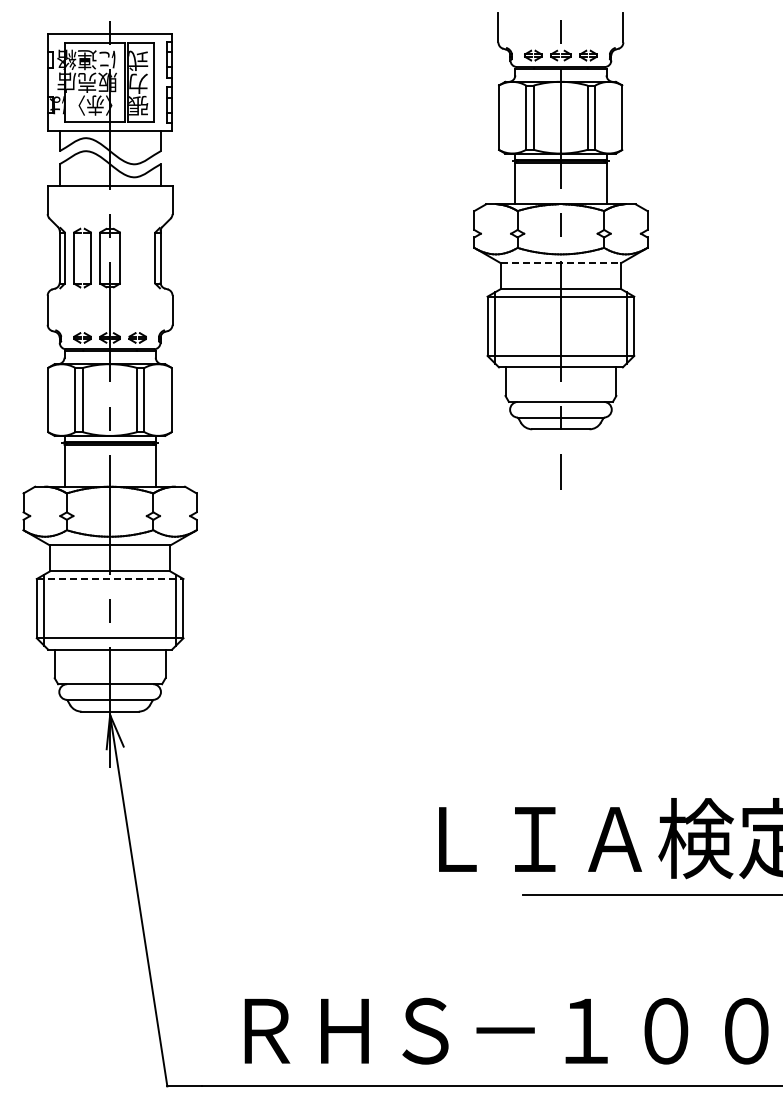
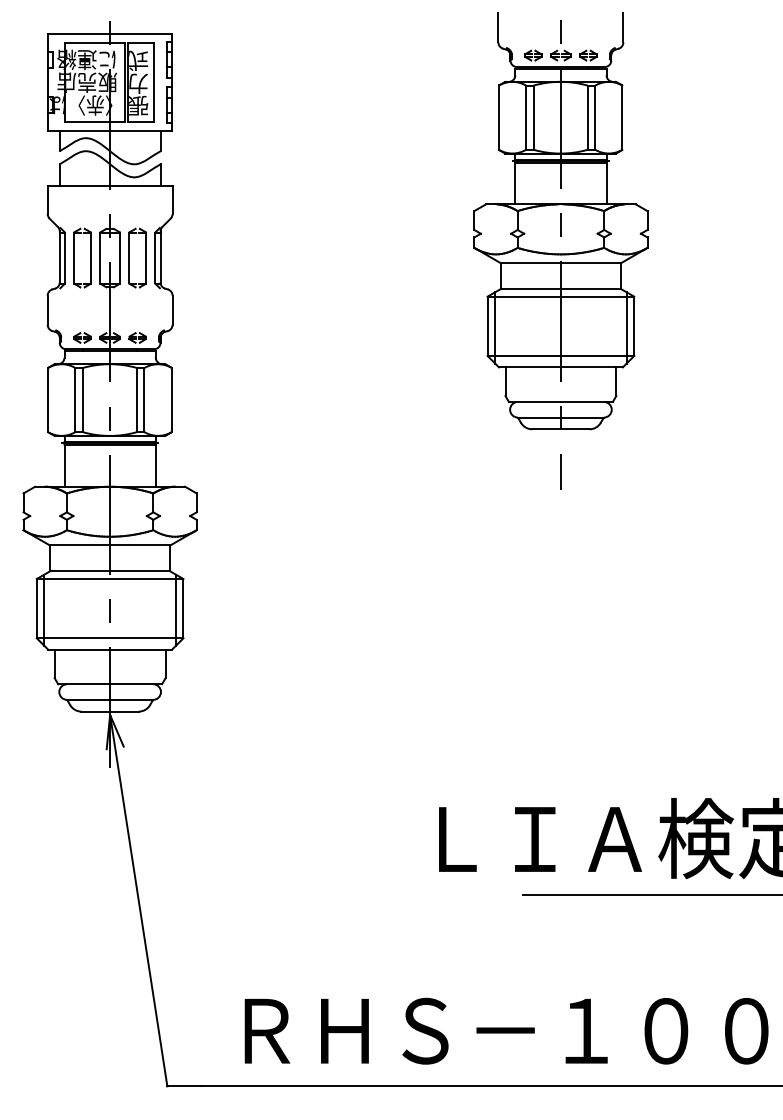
part at (129, 257): none -> present
line at (561, 263): dashed -> solid
line at (110, 579): dashed -> solid
